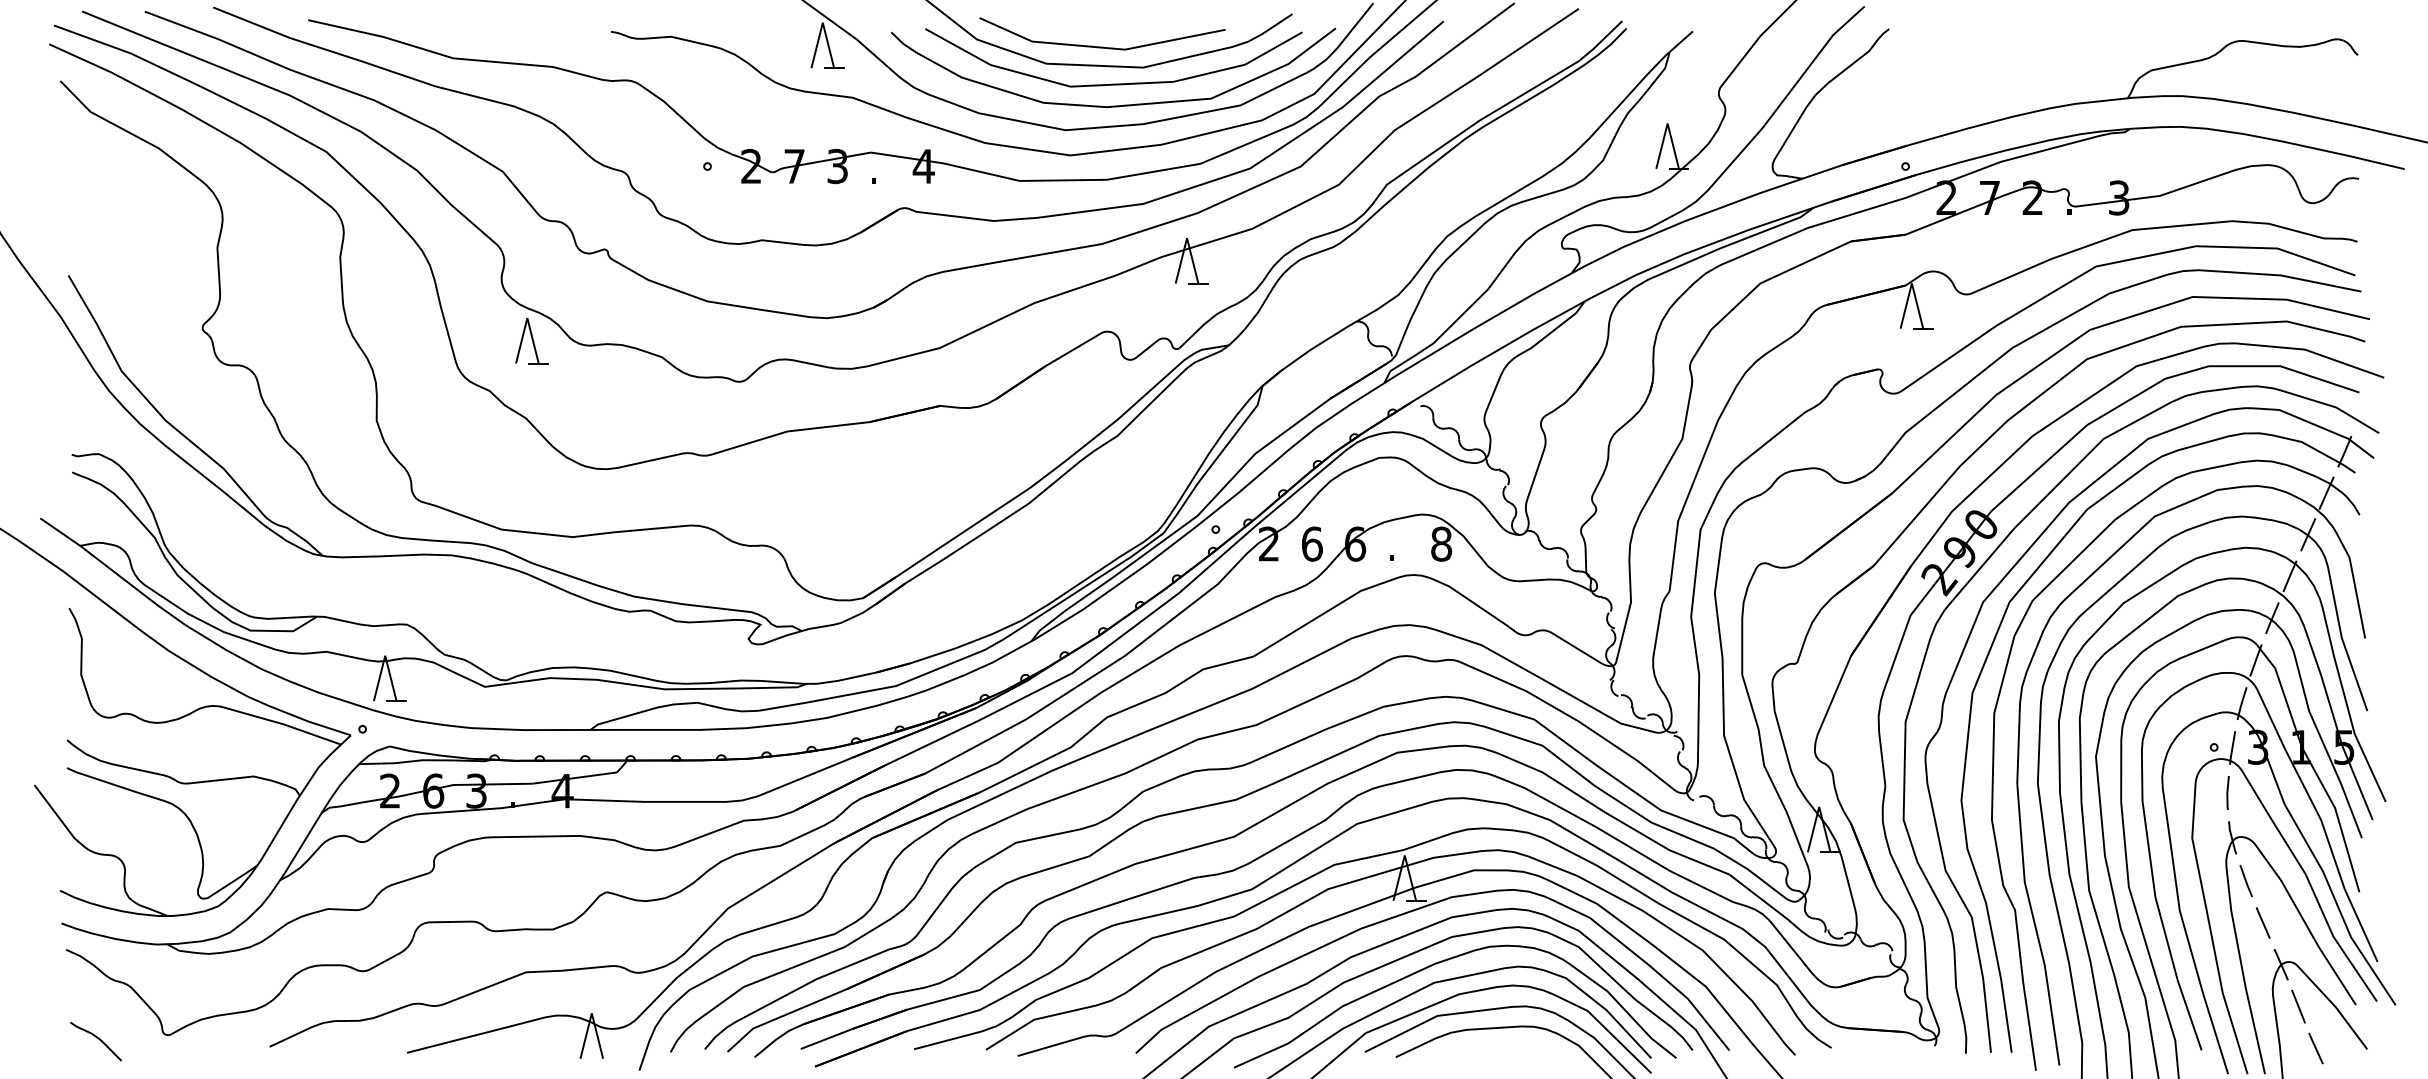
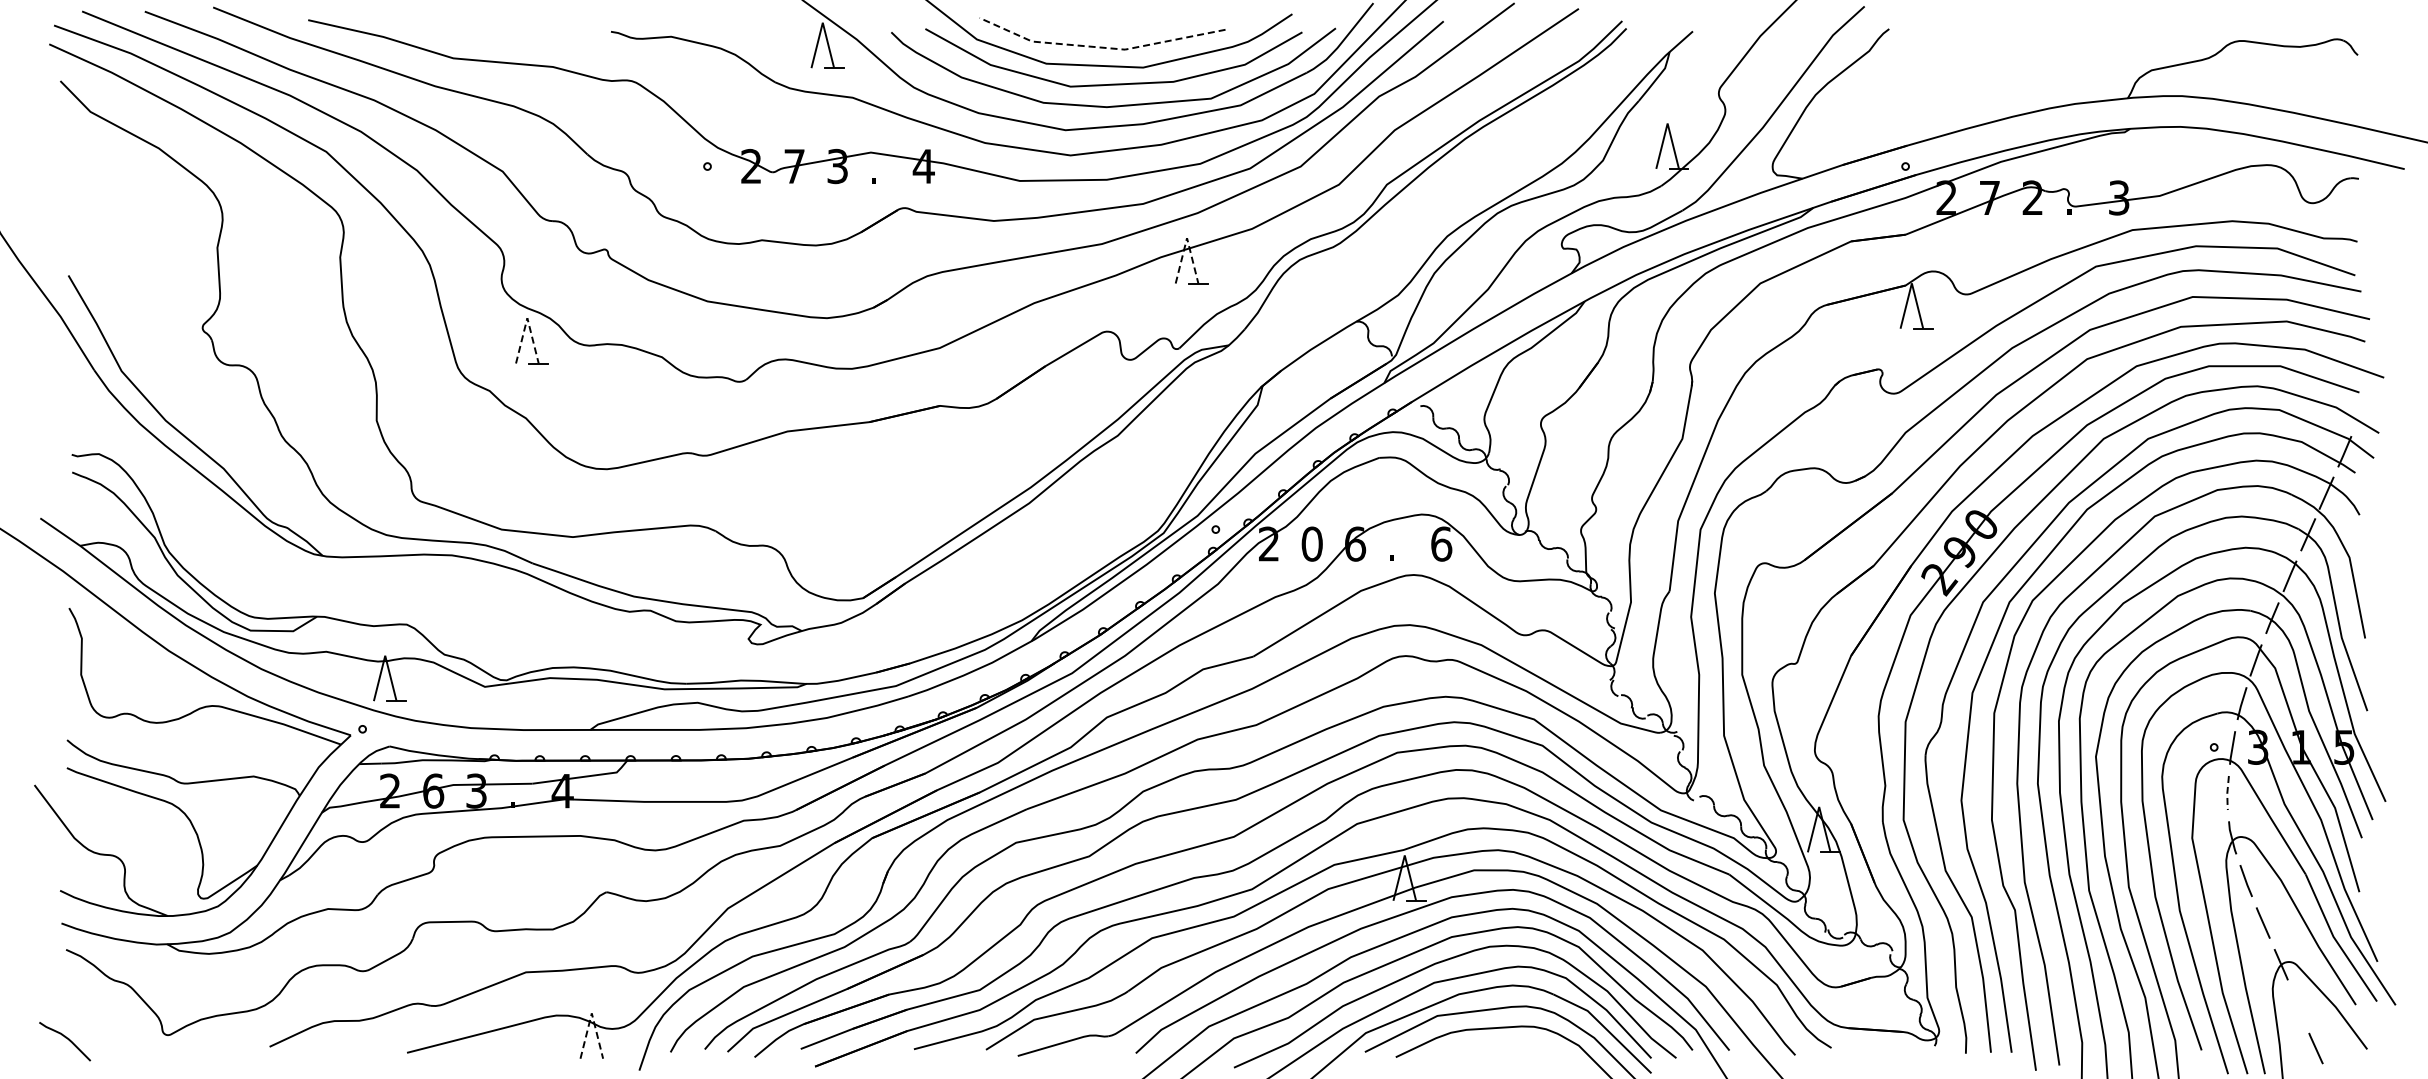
line at (1100, 47): solid -> dashed
line at (1187, 238): solid -> dashed
line at (527, 318): solid -> dashed
text at (1311, 543): 6 -> 0
text at (1441, 543): 8 -> 6
line at (2227, 793): solid -> dashed
line at (2298, 1006): present -> none
line at (591, 1013): solid -> dashed
curve at (98, 1039) position: (98, 1039) -> (67, 1039)
